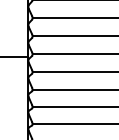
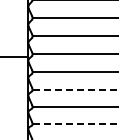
line at (75, 89): solid -> dashed
line at (75, 124): solid -> dashed
